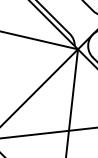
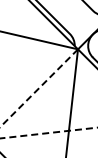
line at (39, 87): solid -> dashed
line at (49, 133): solid -> dashed
